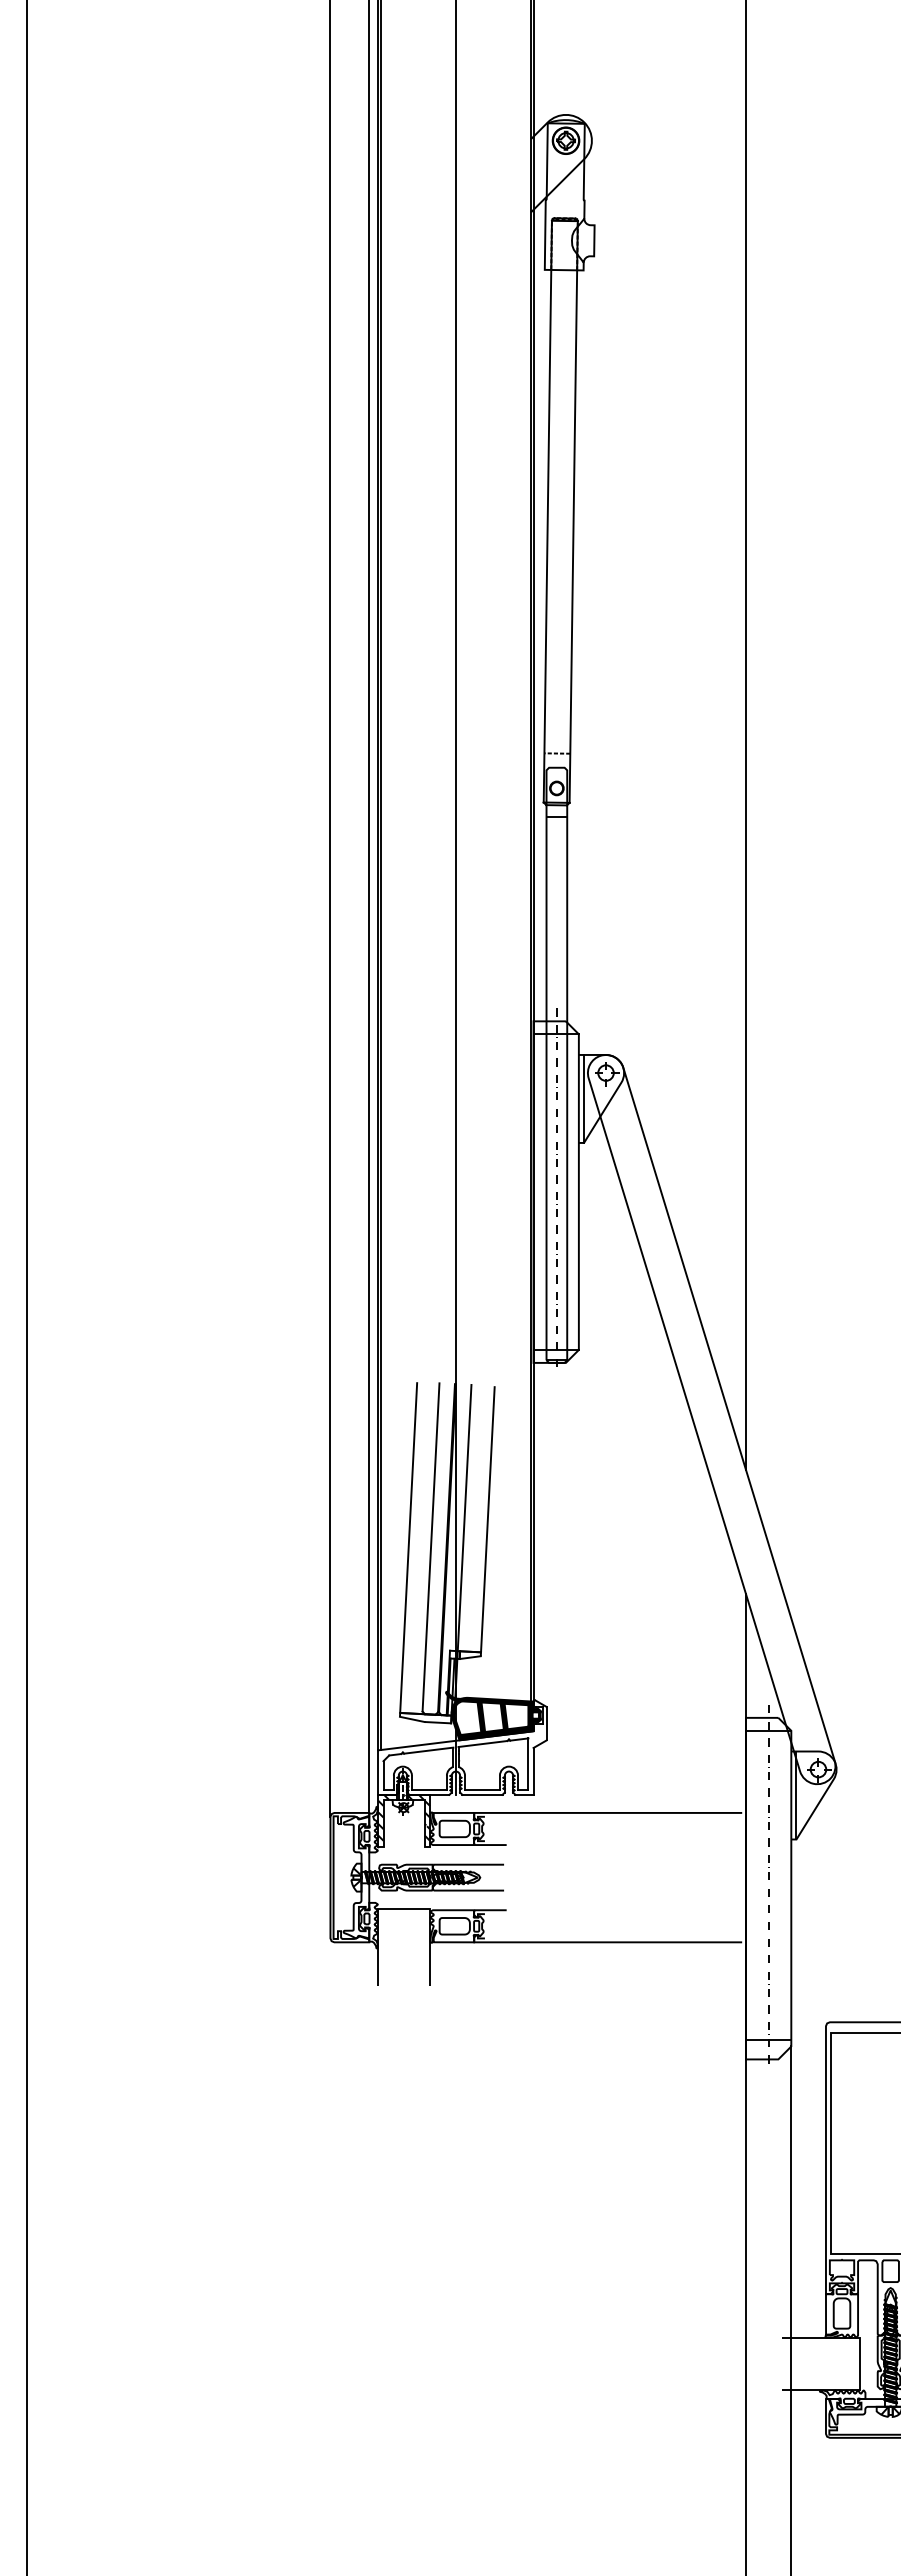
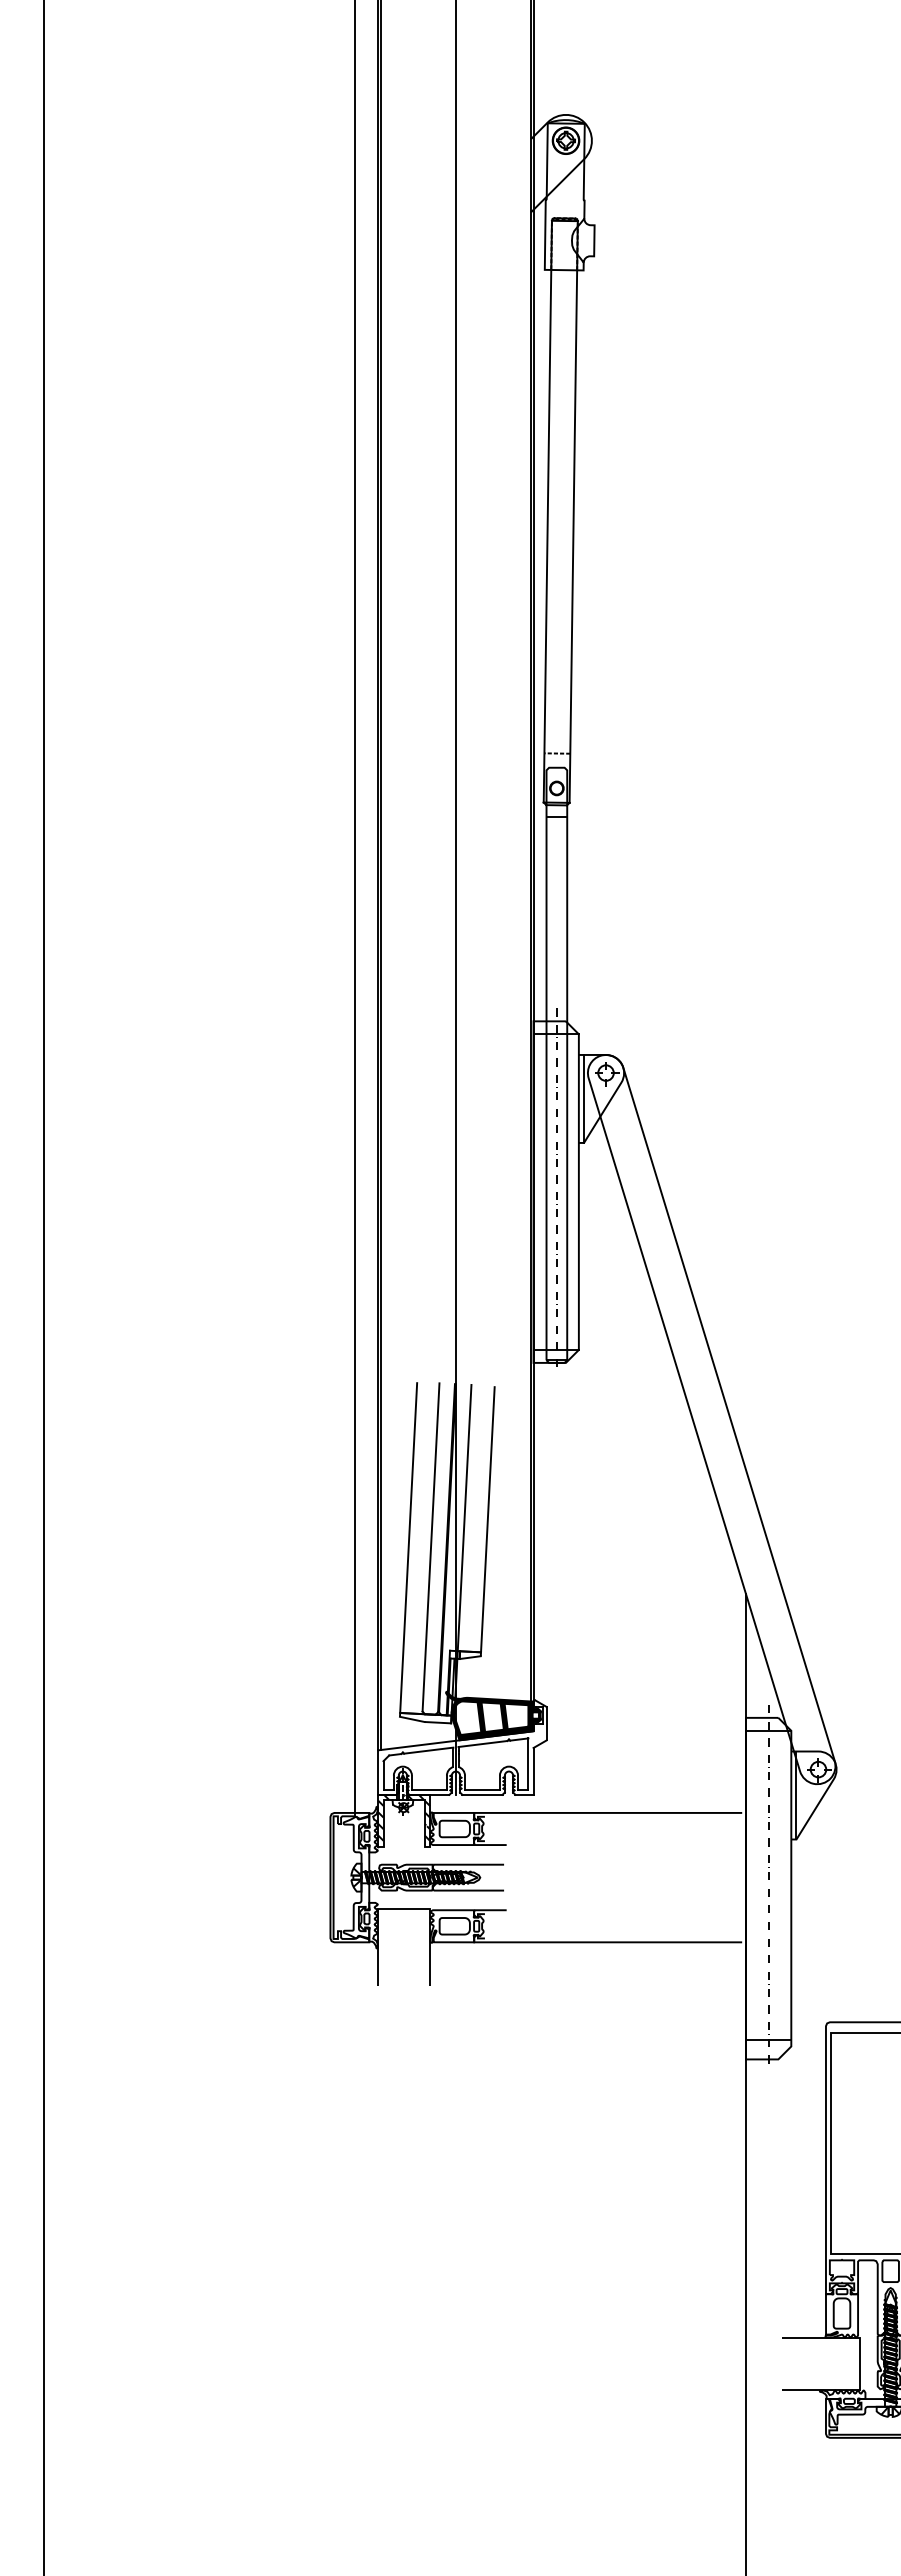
line at (746, 735): present -> none
line at (369, 907): present -> none
line at (330, 909) position: (330, 909) -> (355, 909)
line at (27, 1287) position: (27, 1287) -> (44, 1287)
line at (791, 2309): present -> none
